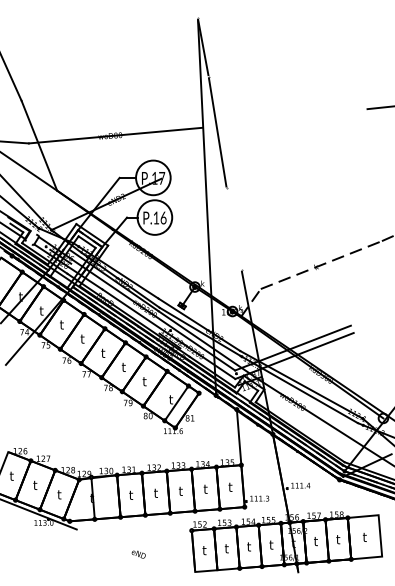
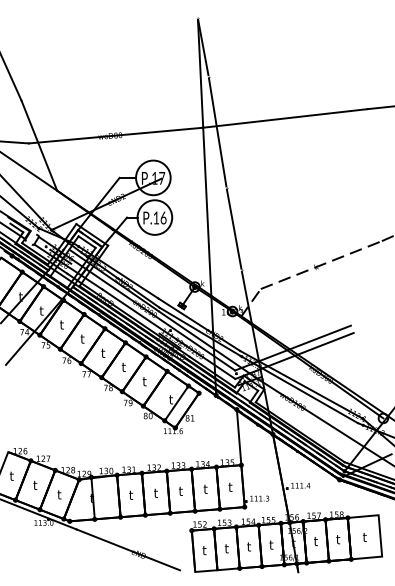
line at (284, 118): none -> present
line at (233, 228): none -> present
line at (128, 549): none -> present
